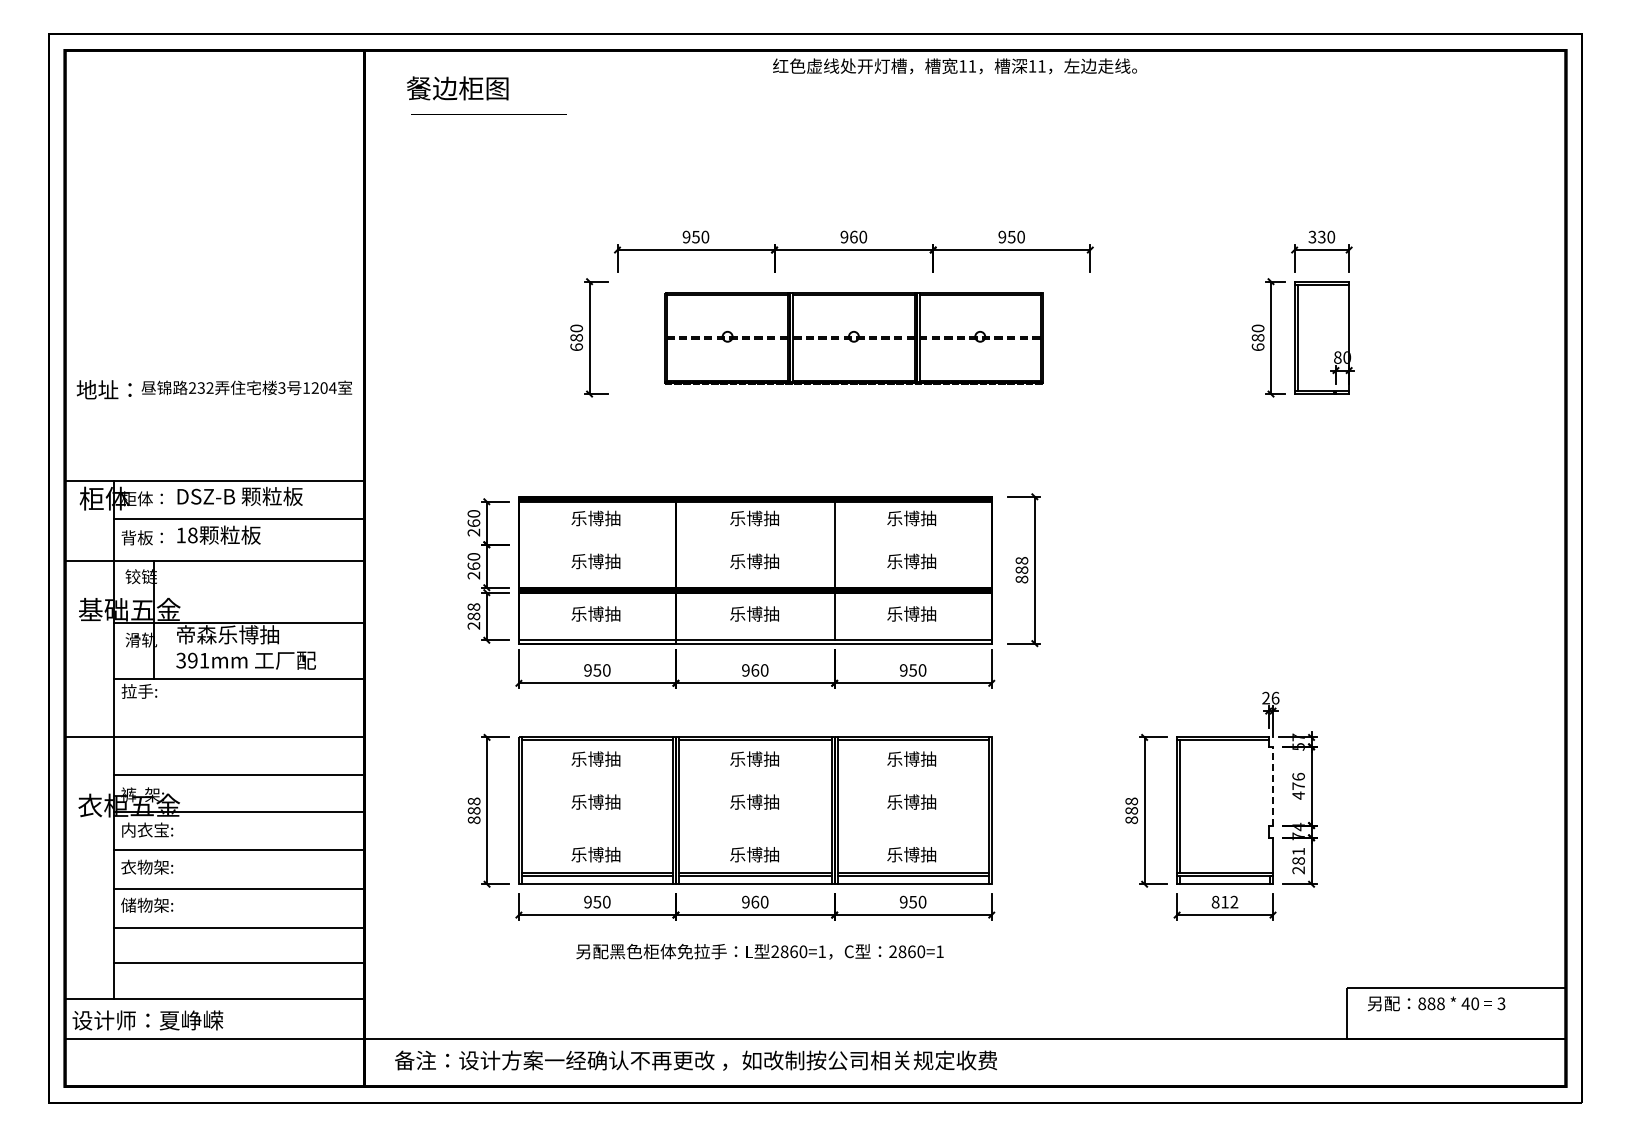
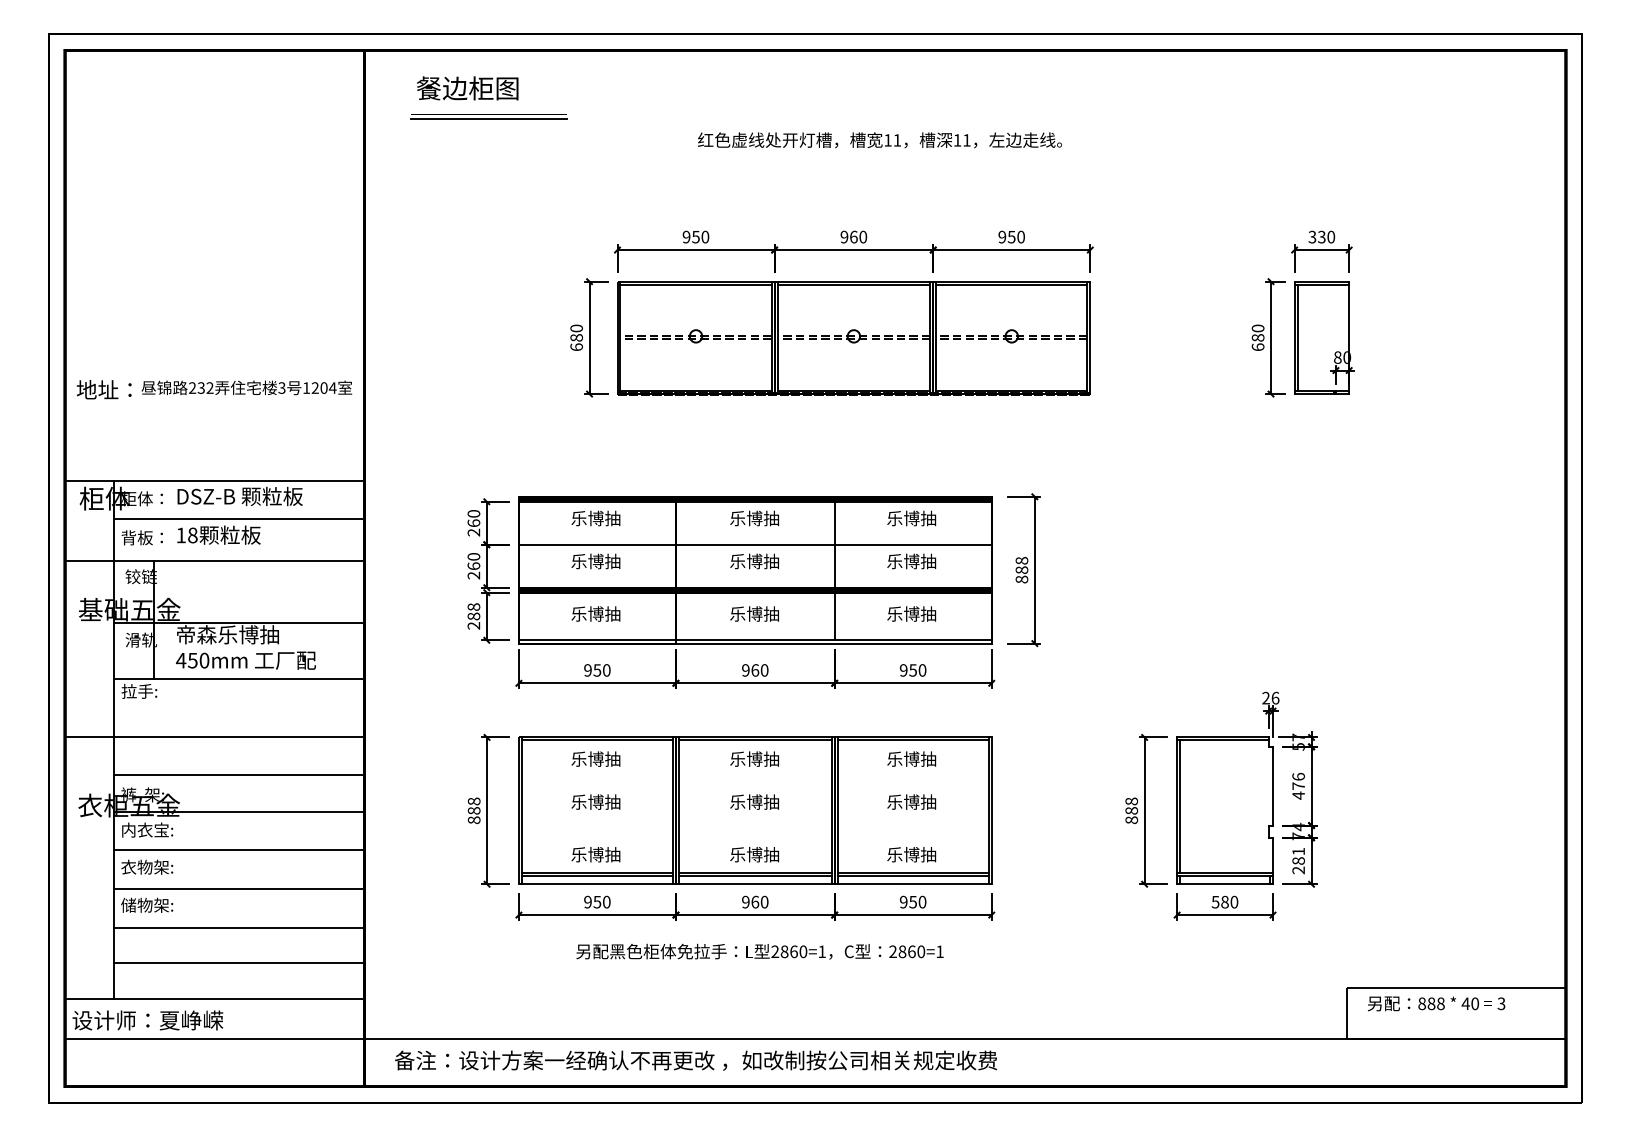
text at (954, 66) position: (954, 66) -> (879, 140)
text at (457, 88) position: (457, 88) -> (467, 88)
line at (488, 119): none -> present
part at (853, 338) size: 380x93 px -> 474x115 px
line at (754, 544): none -> present
text at (192, 660): 391mm -> 450mm
line at (1273, 785): dashed -> solid
text at (1224, 901): 812 -> 580
